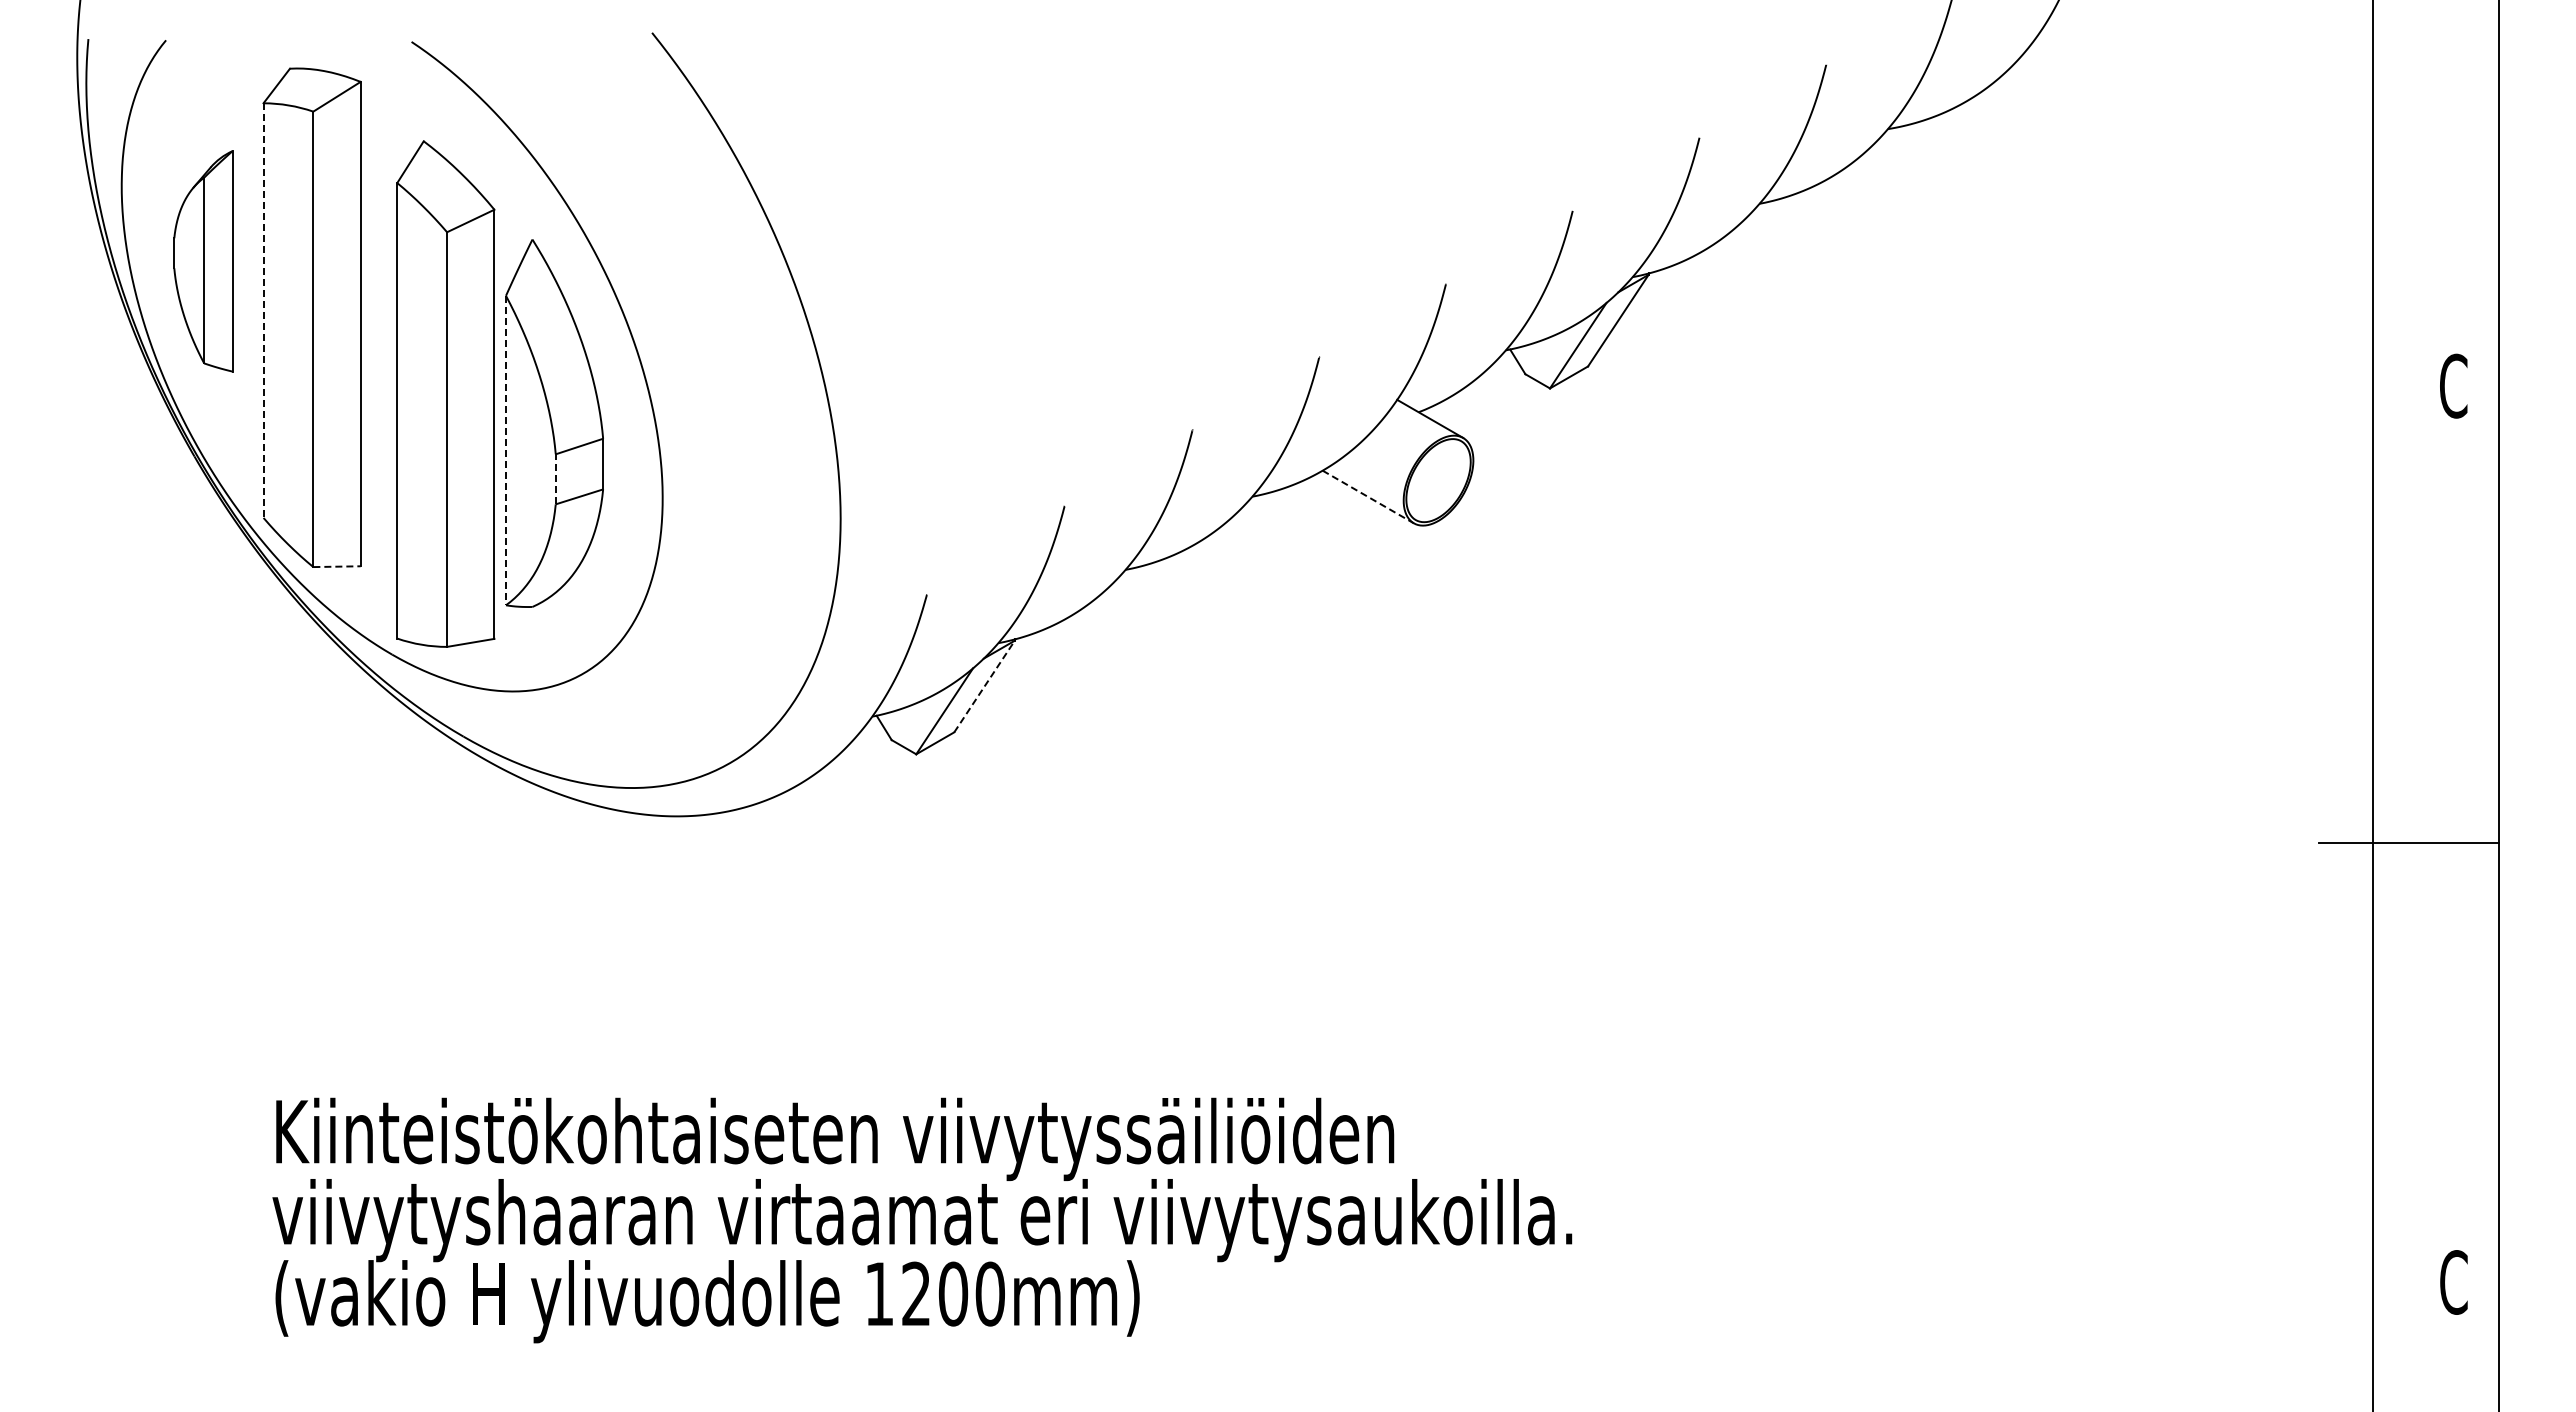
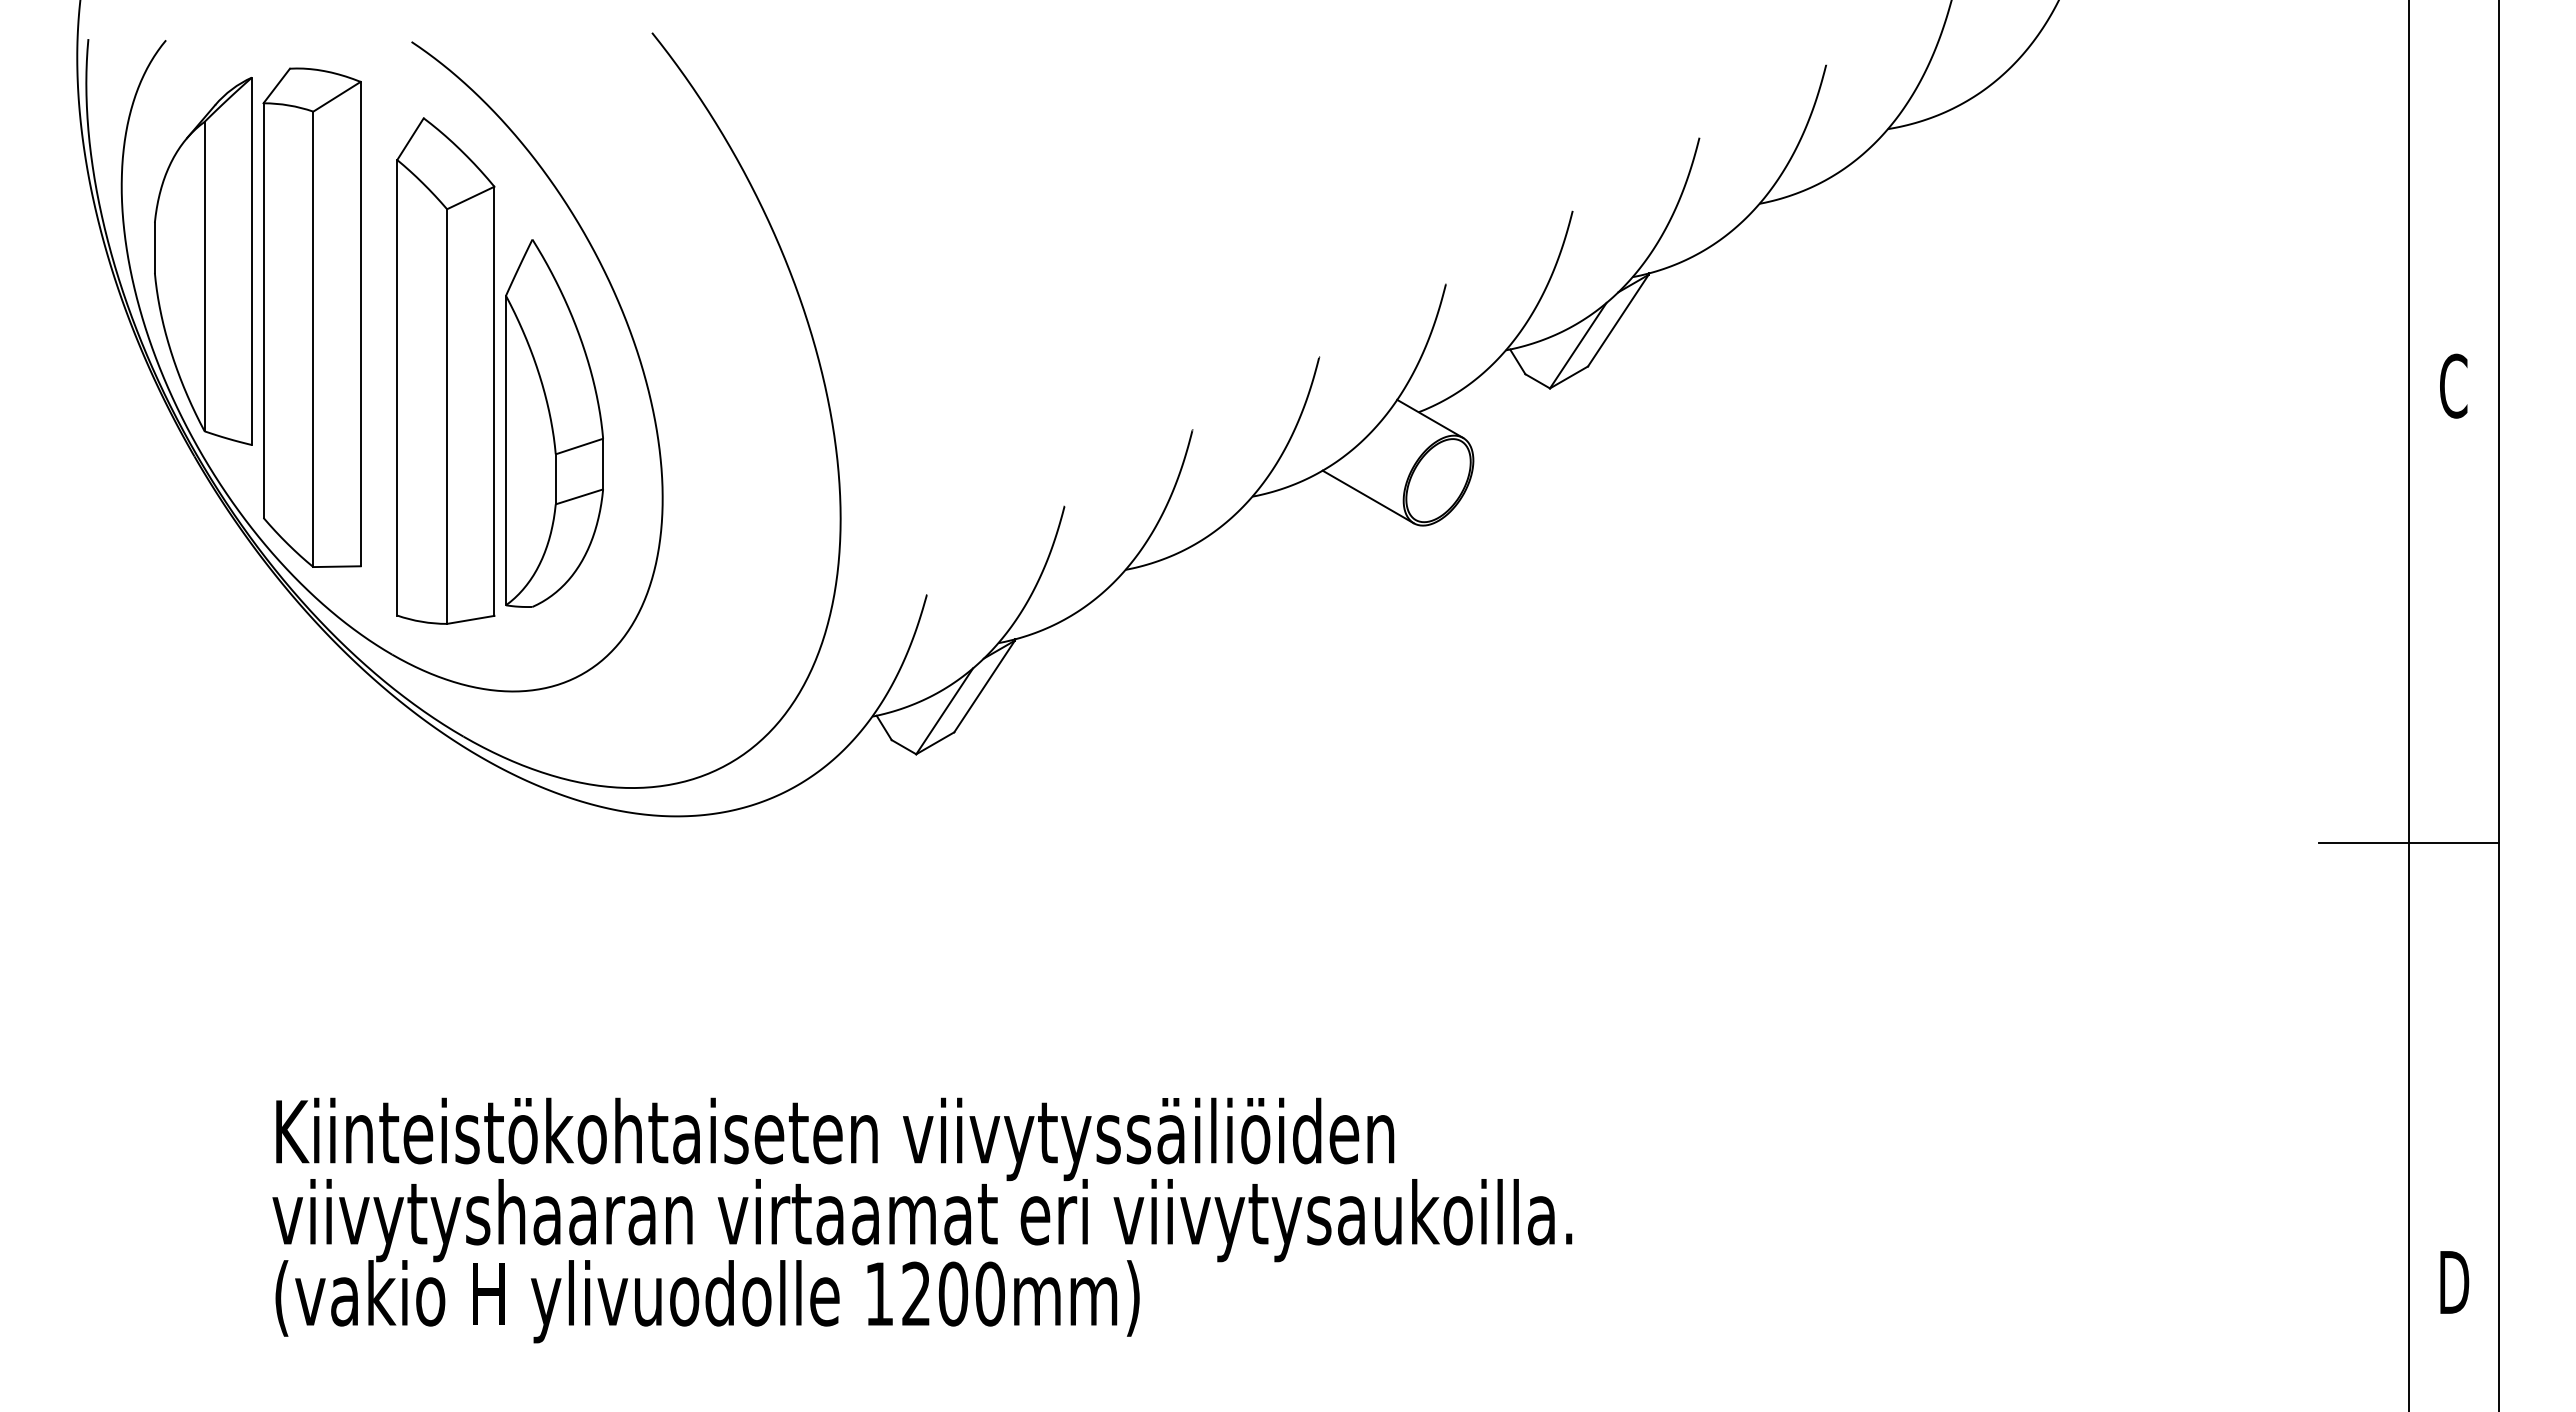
part at (203, 261) size: 61x223 px -> 99x369 px
line at (263, 311): dashed -> solid
part at (445, 393) position: (445, 393) -> (445, 370)
line at (506, 450): dashed -> solid
line at (555, 478): dashed -> solid
line at (1368, 497): dashed -> solid
line at (337, 566): dashed -> solid
line at (984, 686): dashed -> solid
line at (2373, 705) position: (2373, 705) -> (2409, 705)
text at (2454, 1282): C -> D
